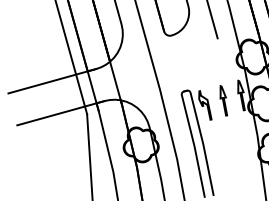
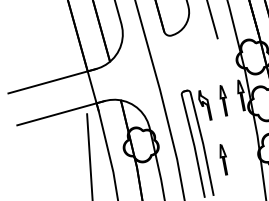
line at (107, 53): present -> none
line at (71, 58): present -> none
part at (223, 159): none -> present
